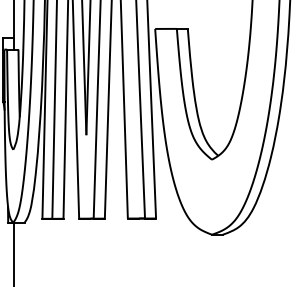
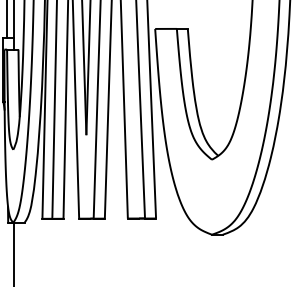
line at (7, 20): none -> present
